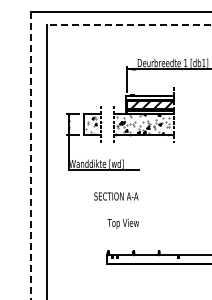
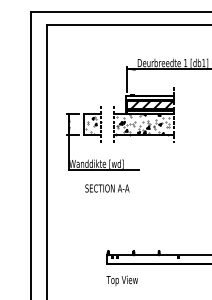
line at (128, 24): dashed -> solid
line at (31, 155): dashed -> solid
text at (116, 196) position: (116, 196) -> (107, 188)
text at (122, 223) position: (122, 223) -> (121, 280)
